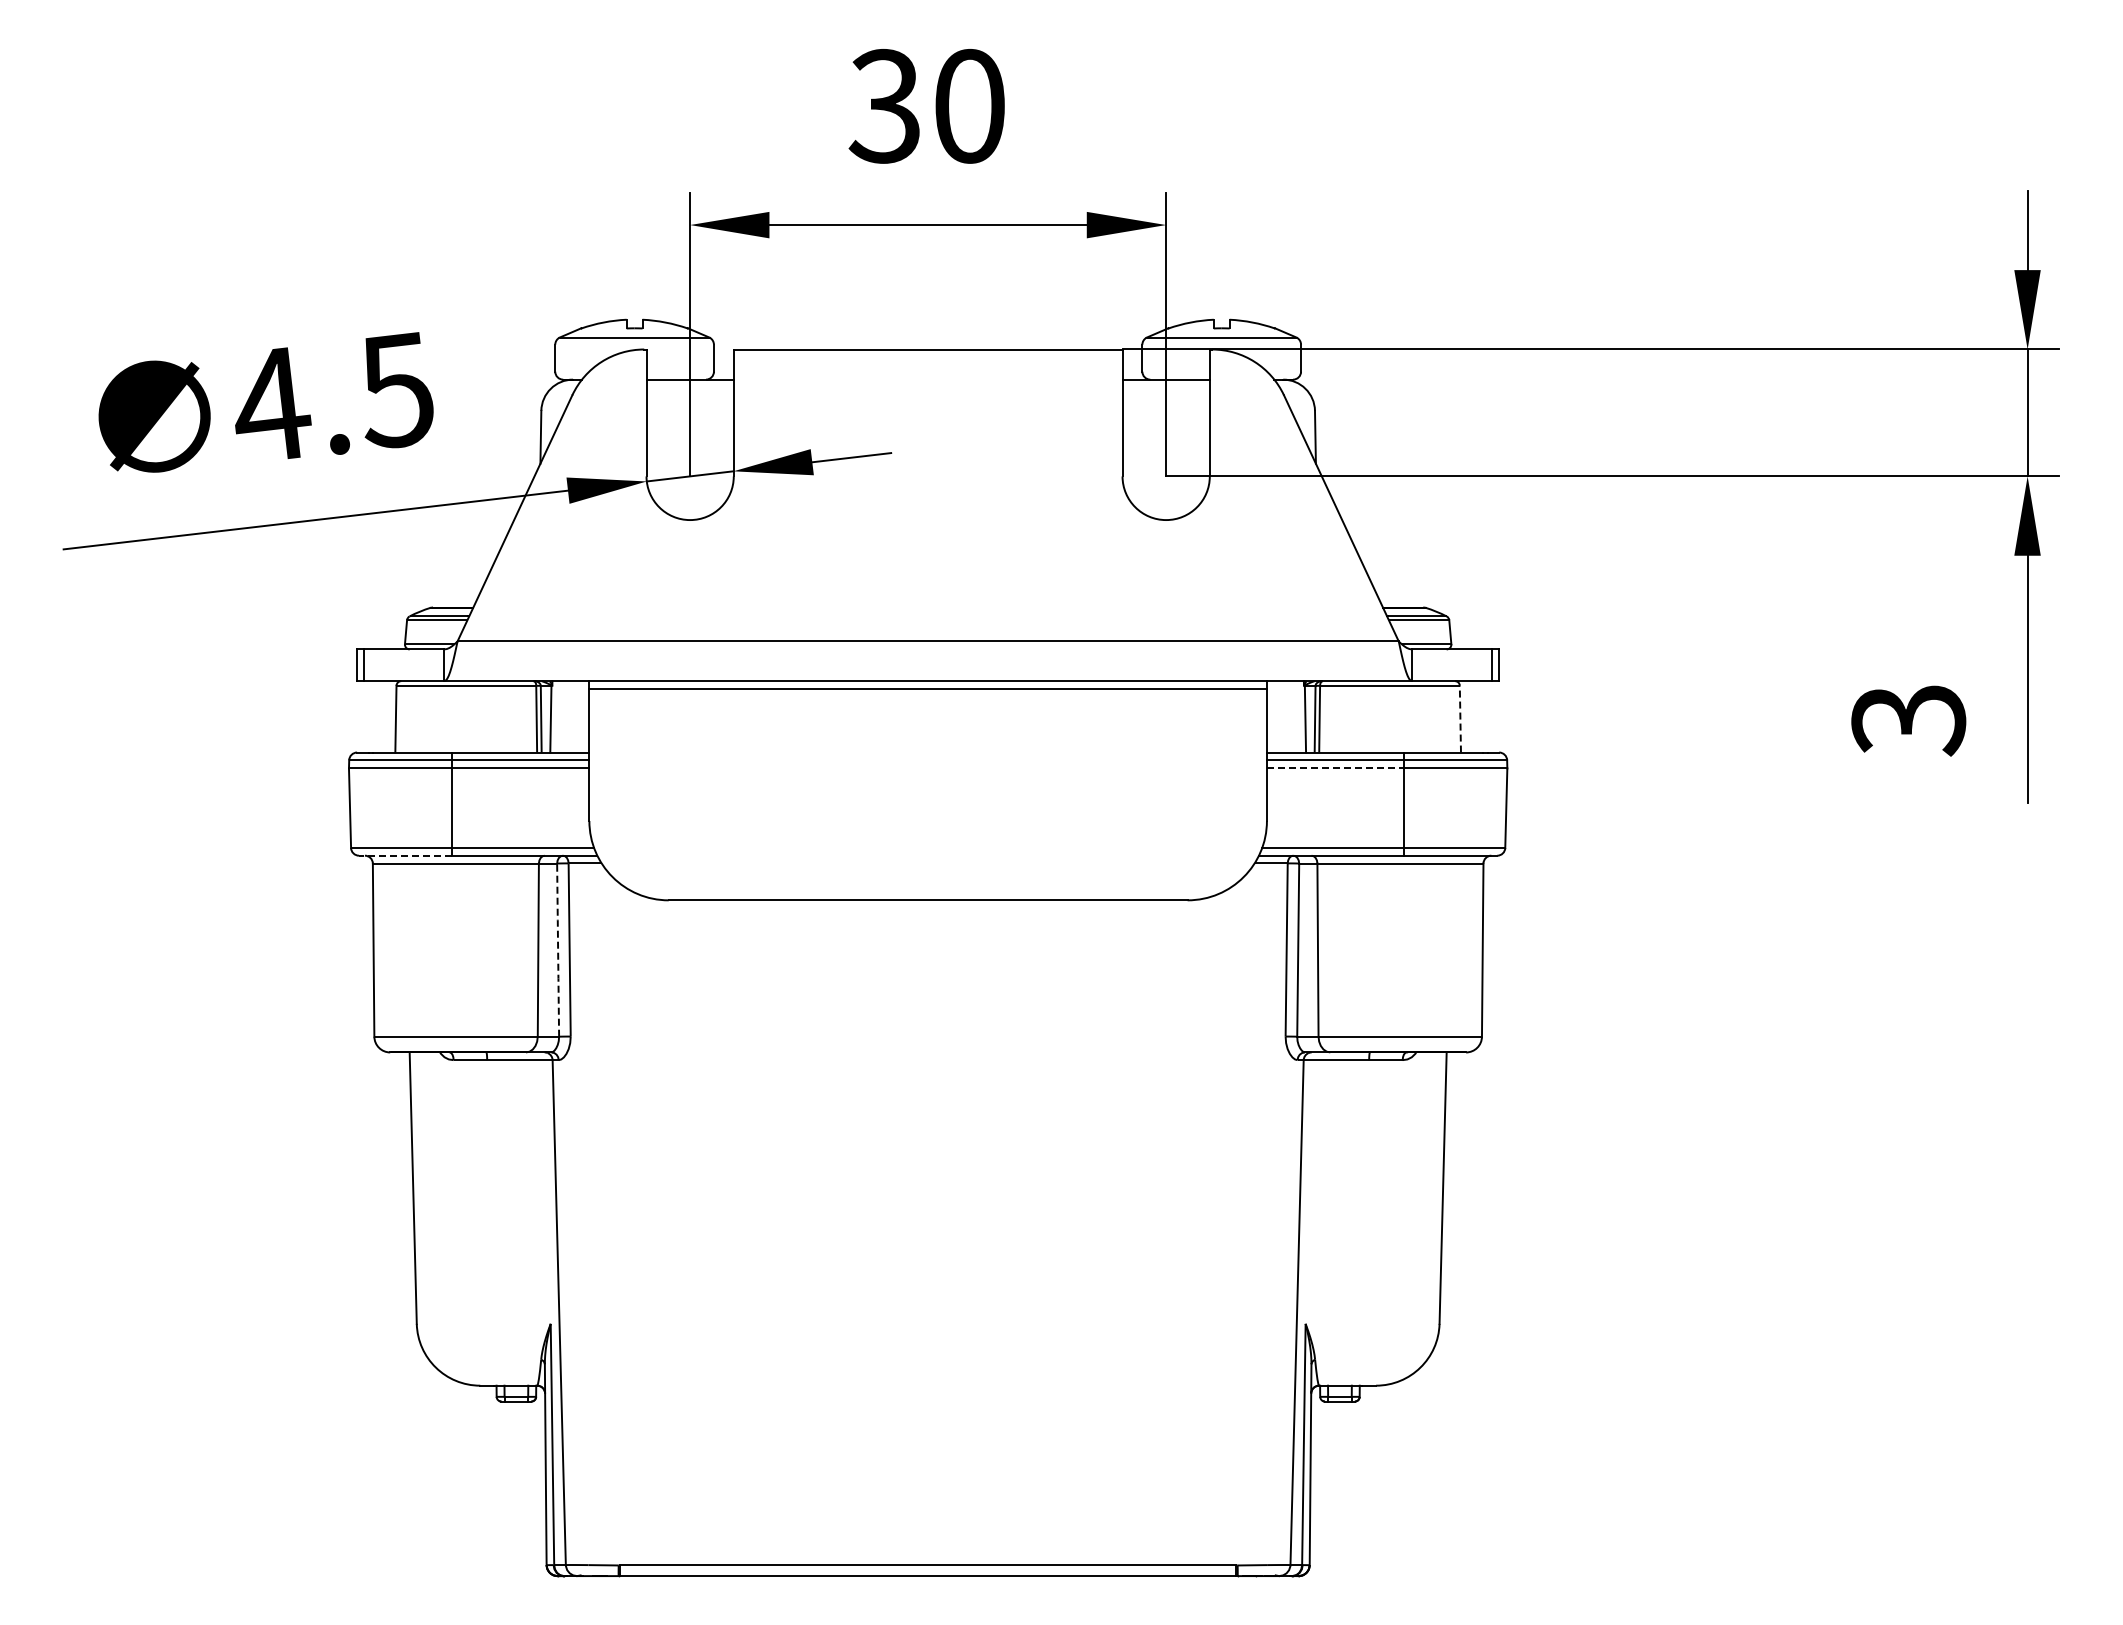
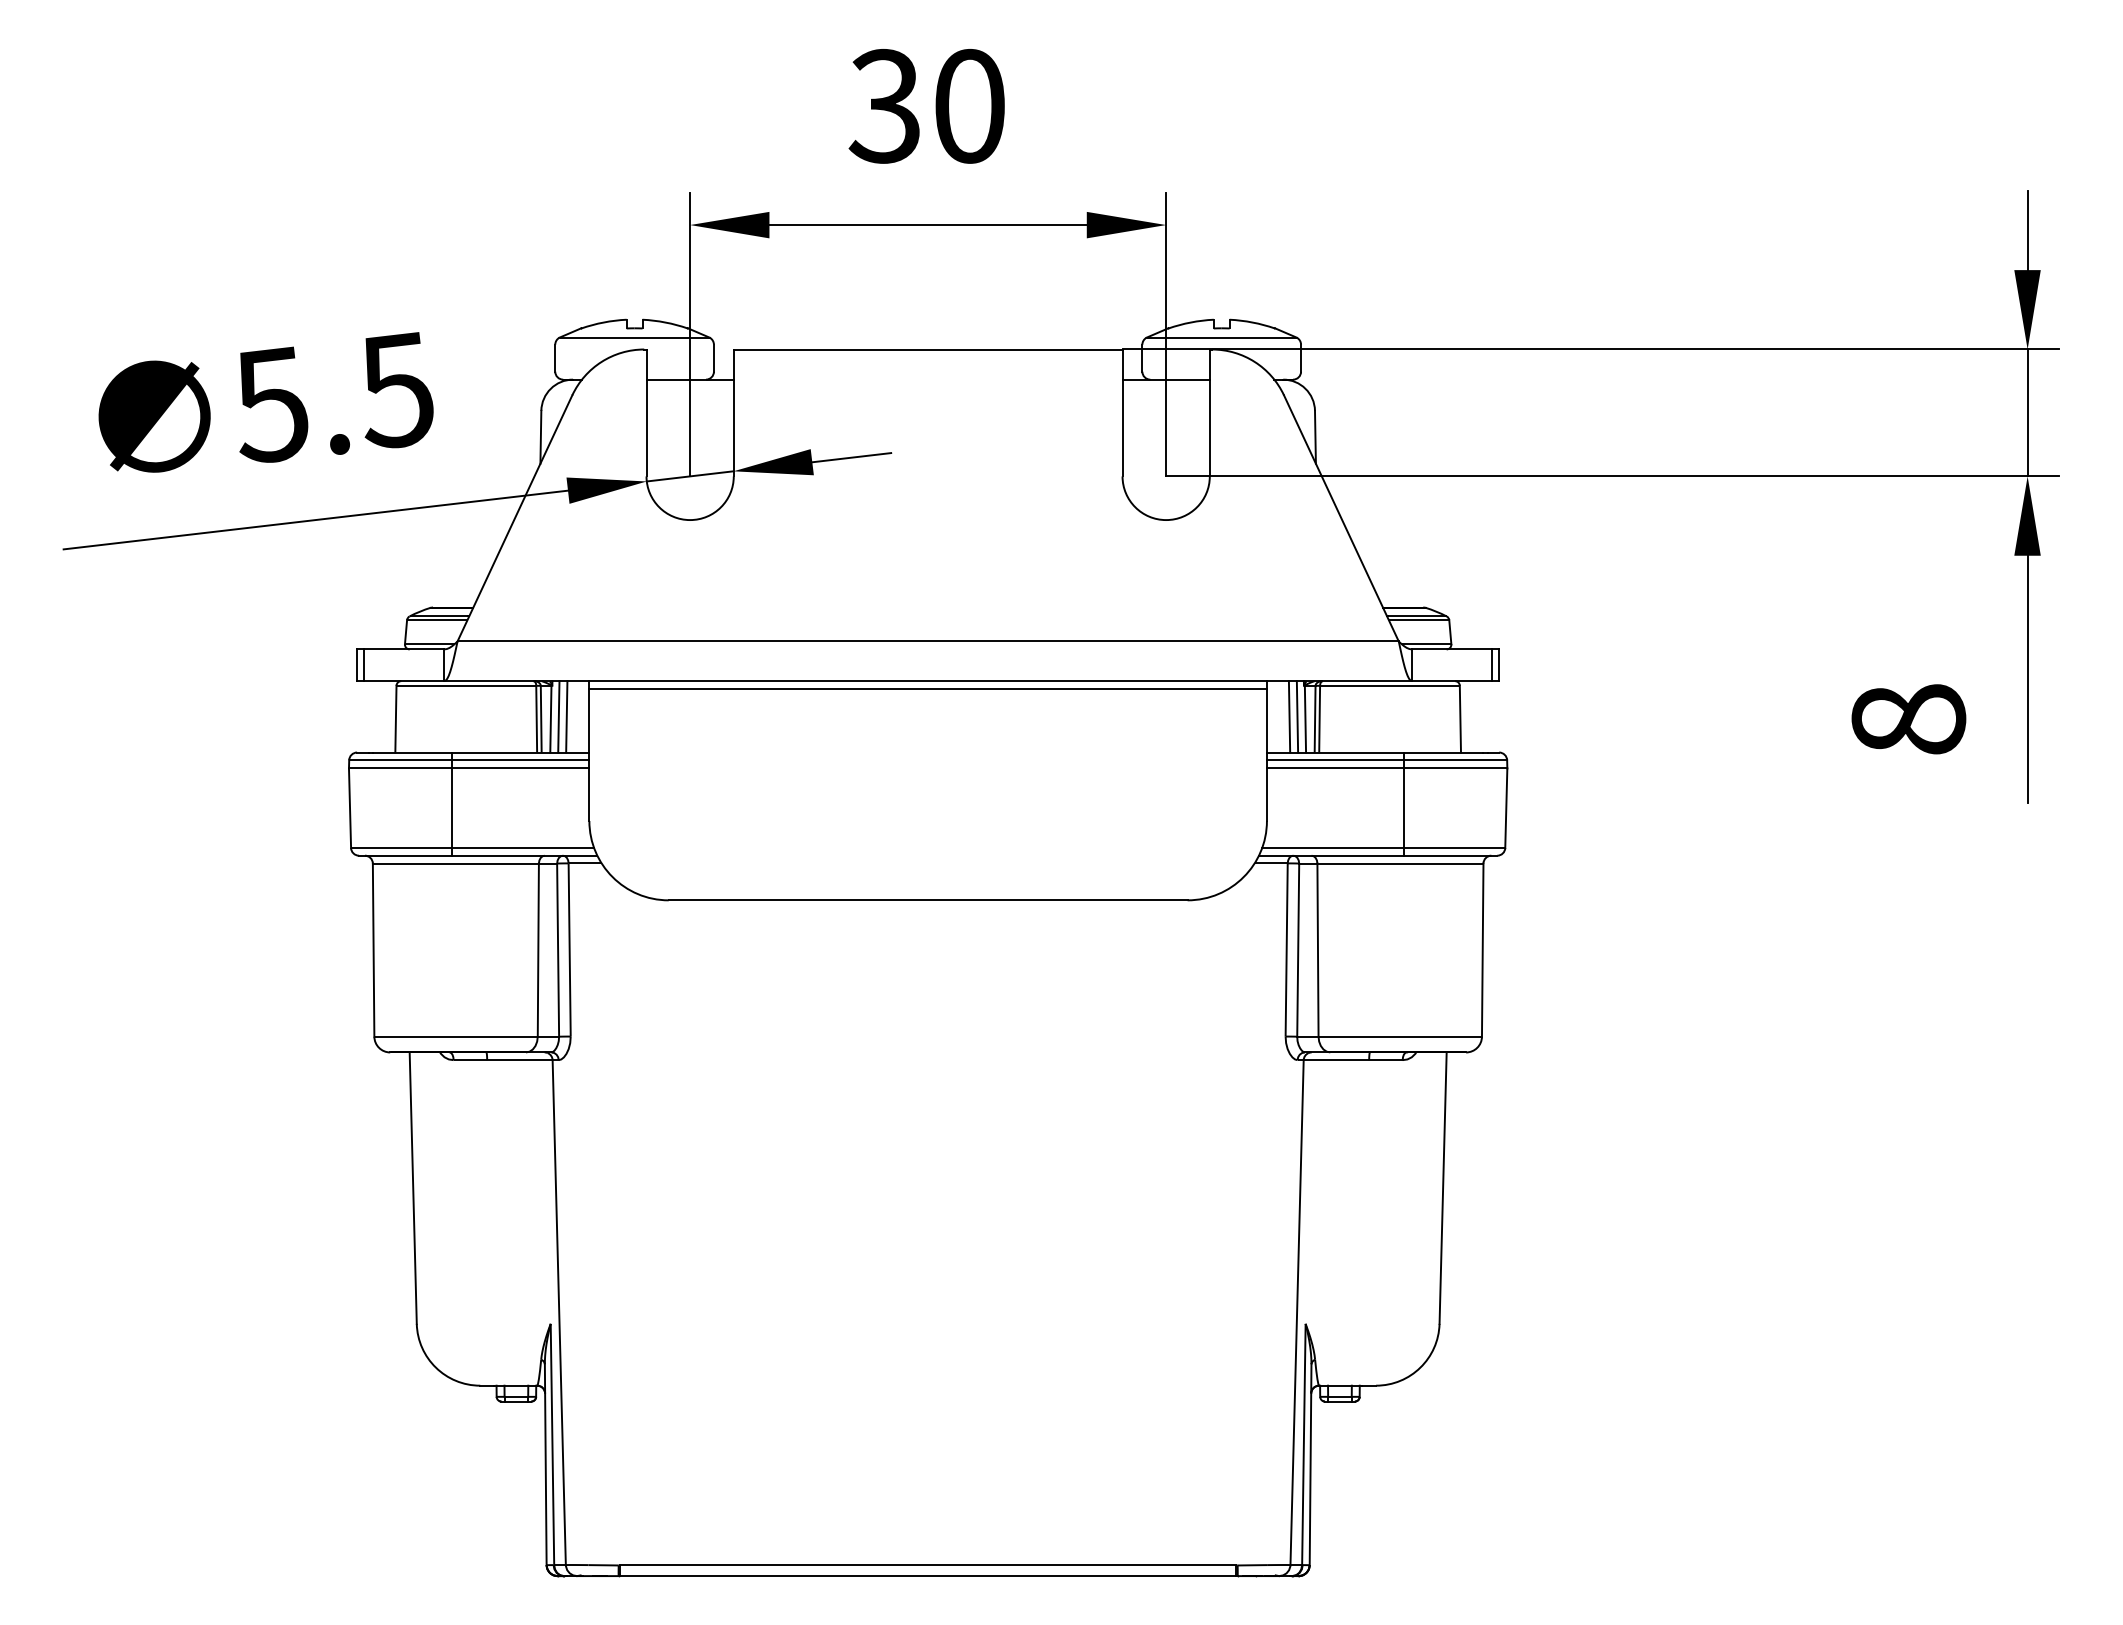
text at (273, 404): 4.5 -> 5.5
line at (558, 716): none -> present
line at (566, 716): none -> present
line at (1289, 716): none -> present
line at (1297, 716): none -> present
line at (1460, 718): dashed -> solid
text at (1908, 720): 3 -> 8
line at (1335, 768): dashed -> solid
line at (405, 855): dashed -> solid
line at (558, 949): dashed -> solid
